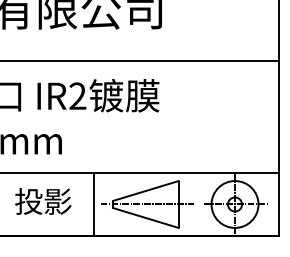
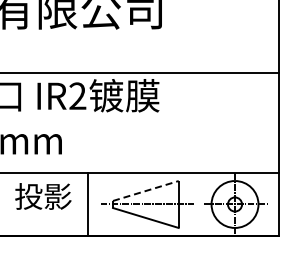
line at (140, 60) position: (140, 60) -> (140, 72)
line at (146, 190): solid -> dashed
text at (43, 201) position: (43, 201) -> (43, 196)
line at (94, 204) position: (94, 204) -> (88, 204)
